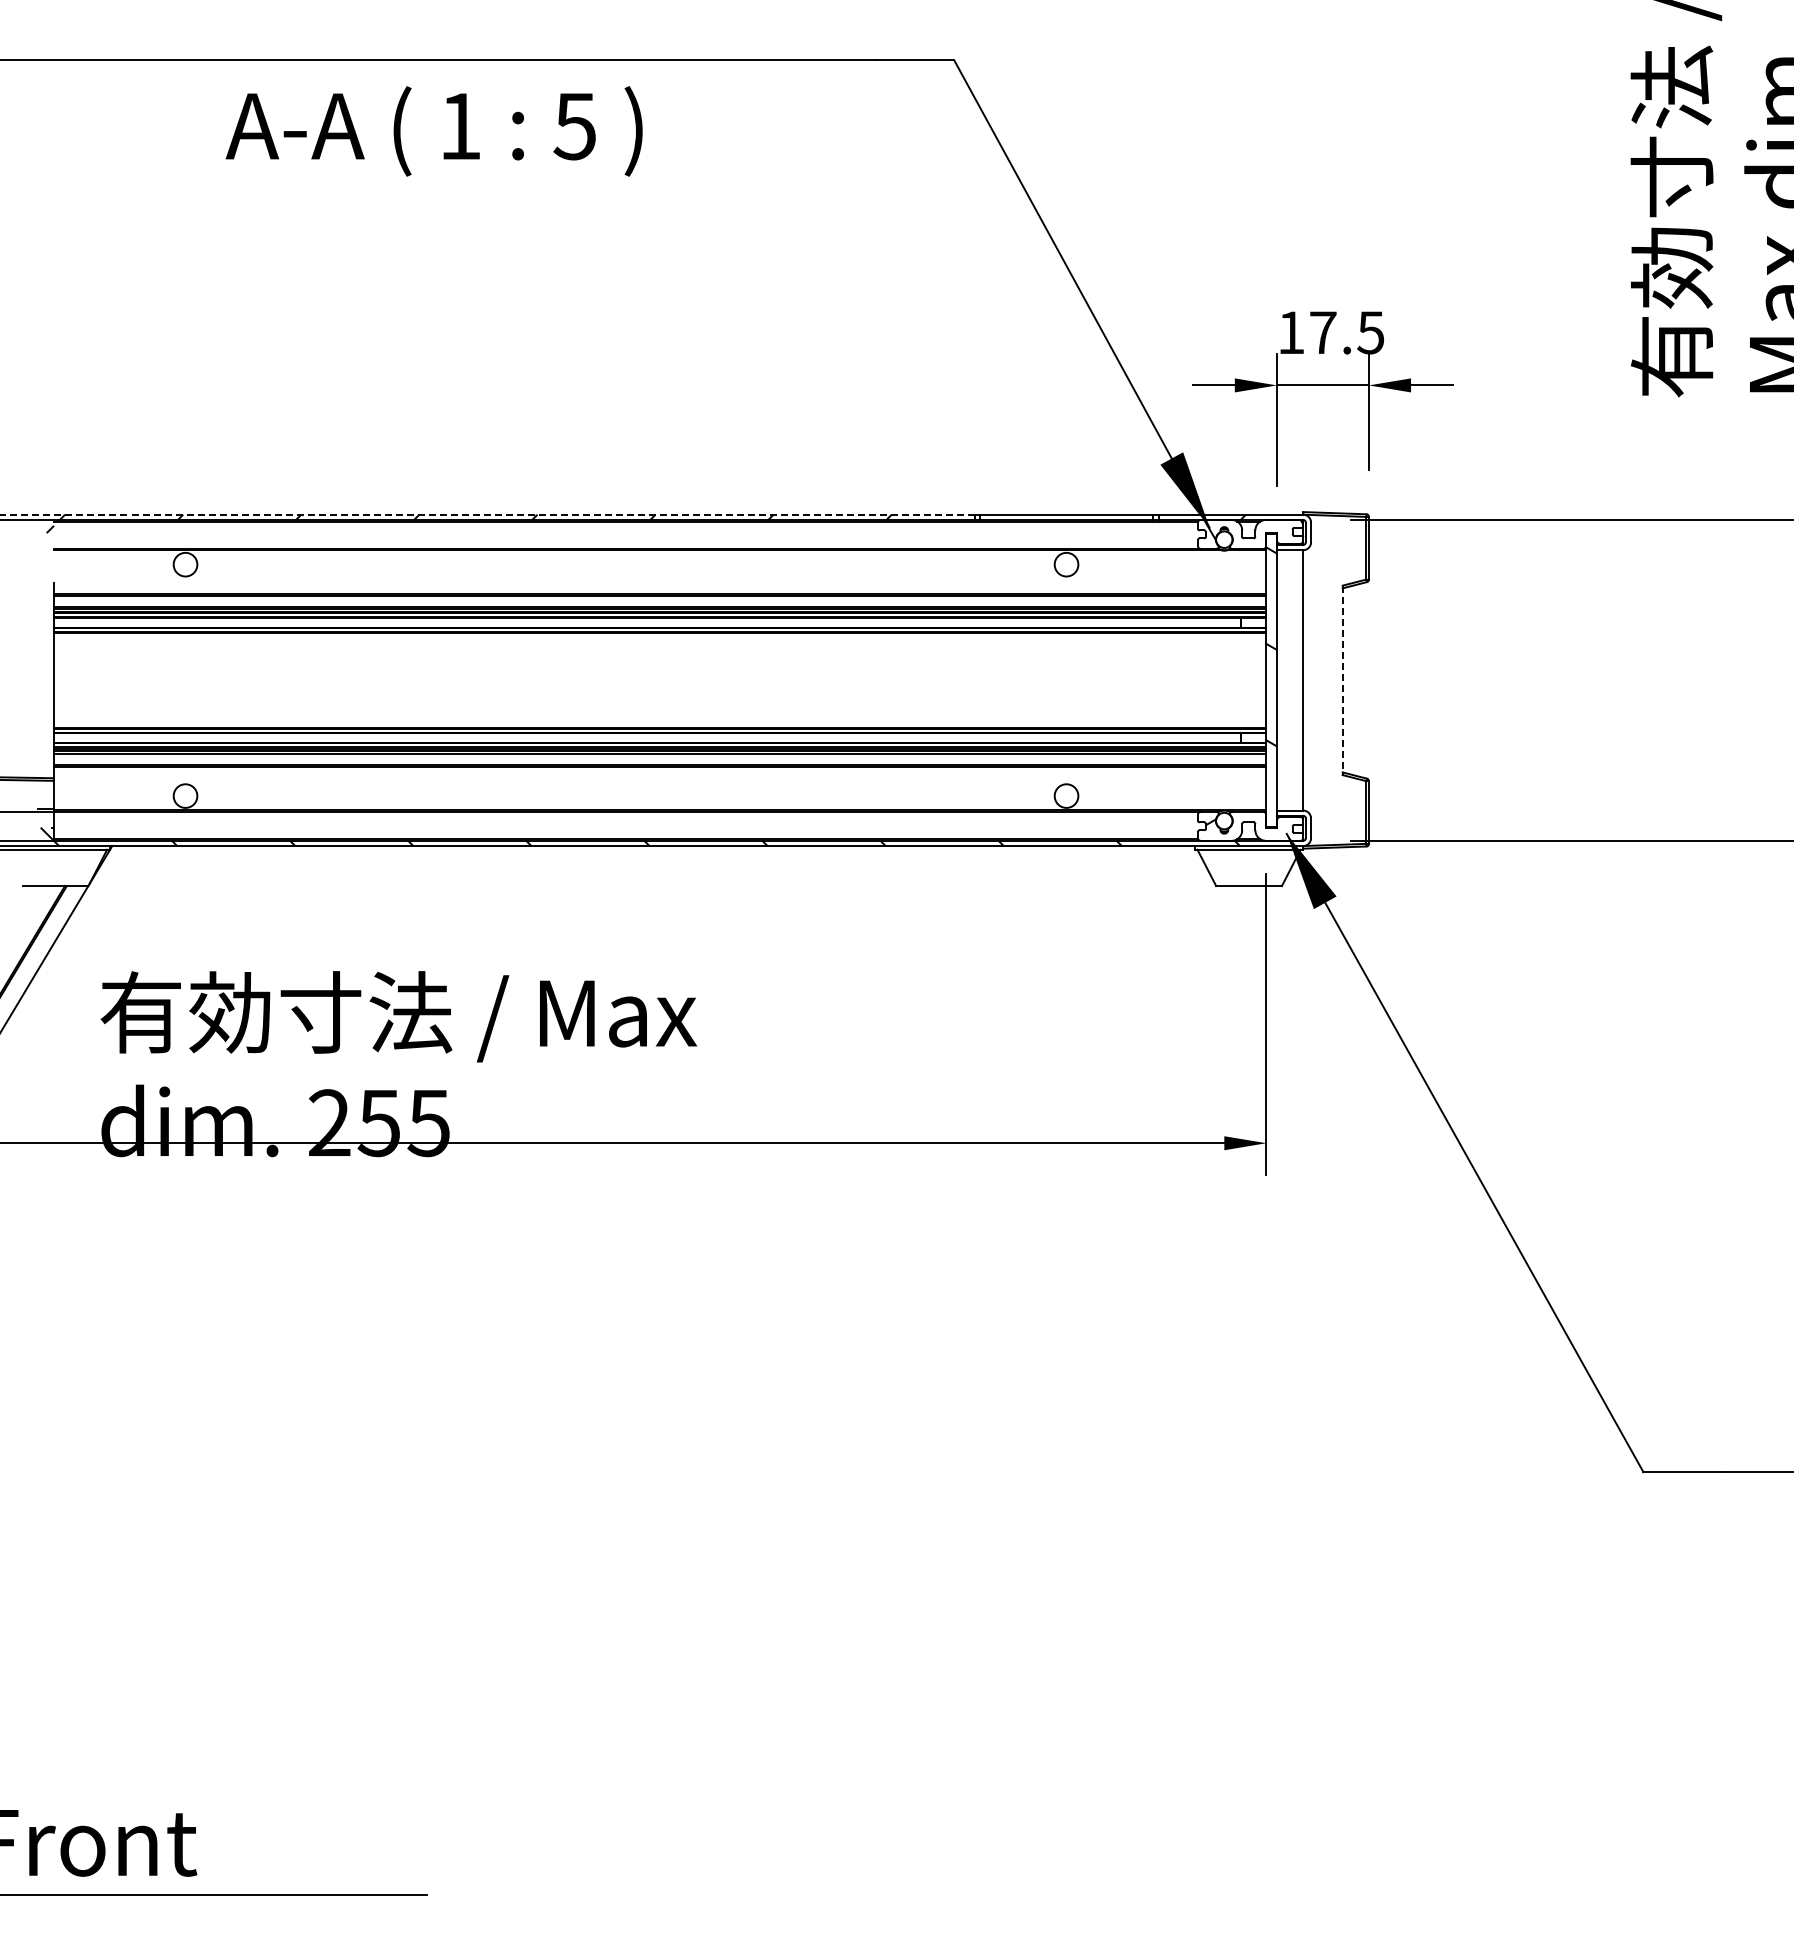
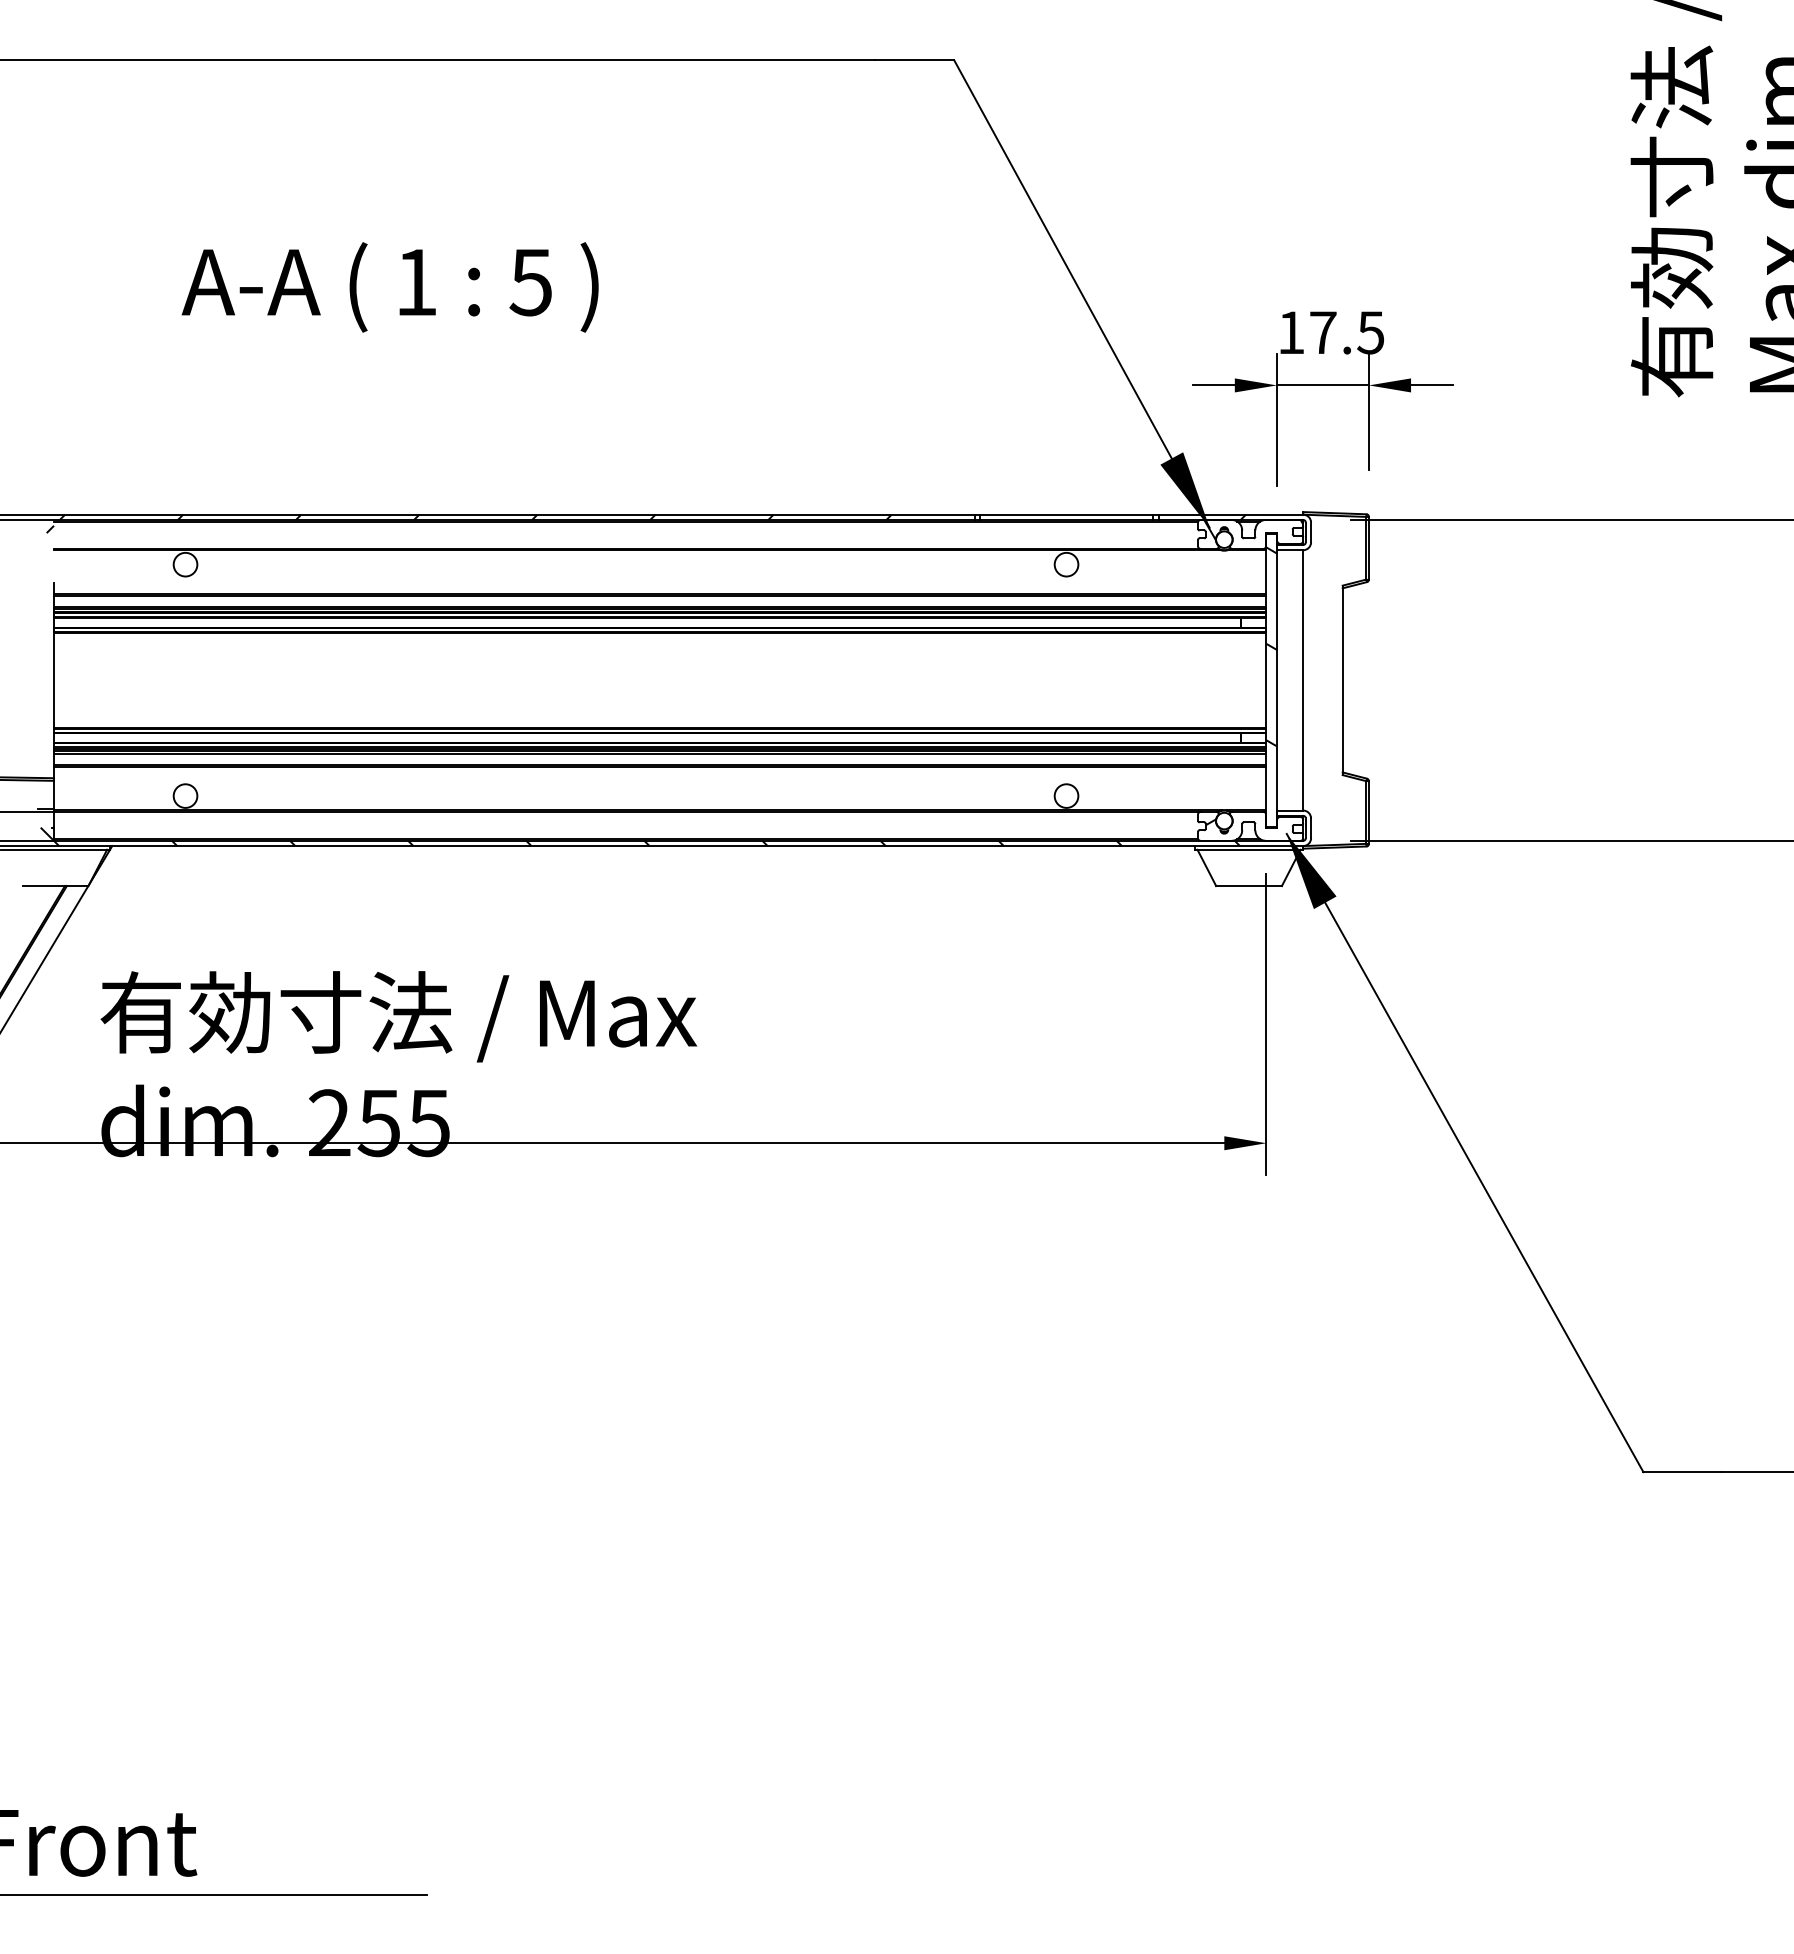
text at (433, 131) position: (433, 131) -> (389, 287)
line at (487, 514): dashed -> solid
line at (1342, 680): dashed -> solid
